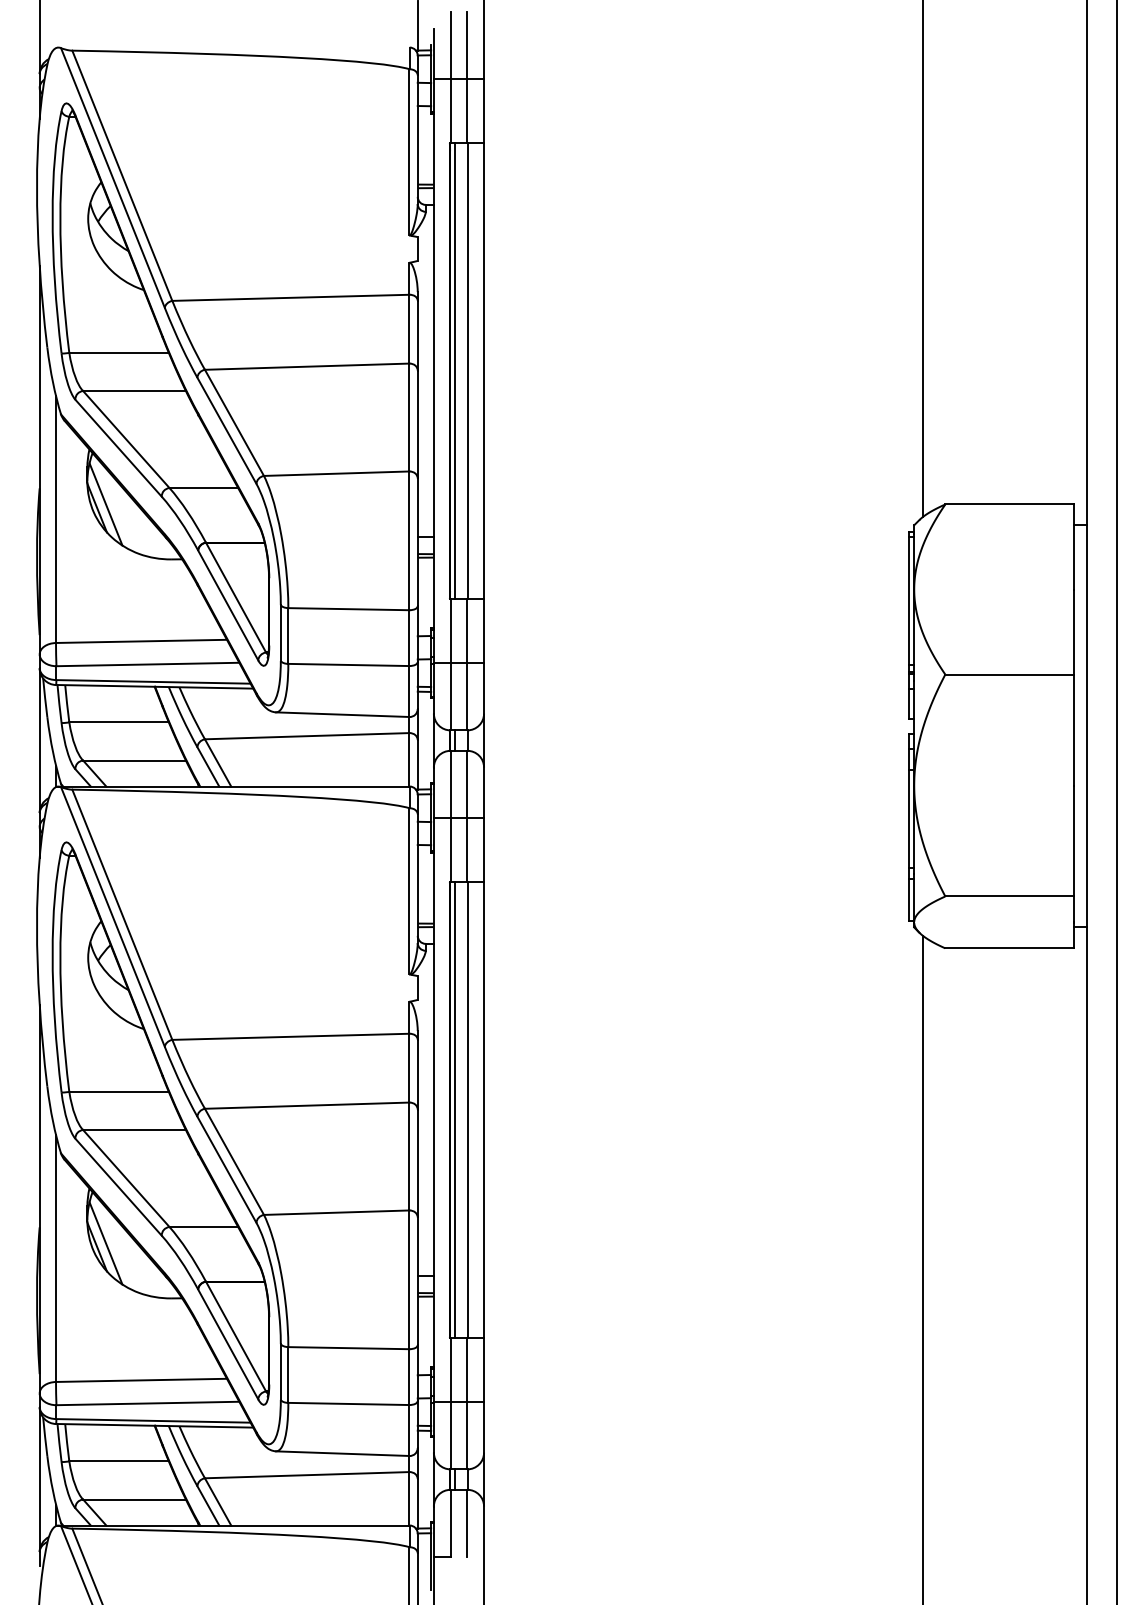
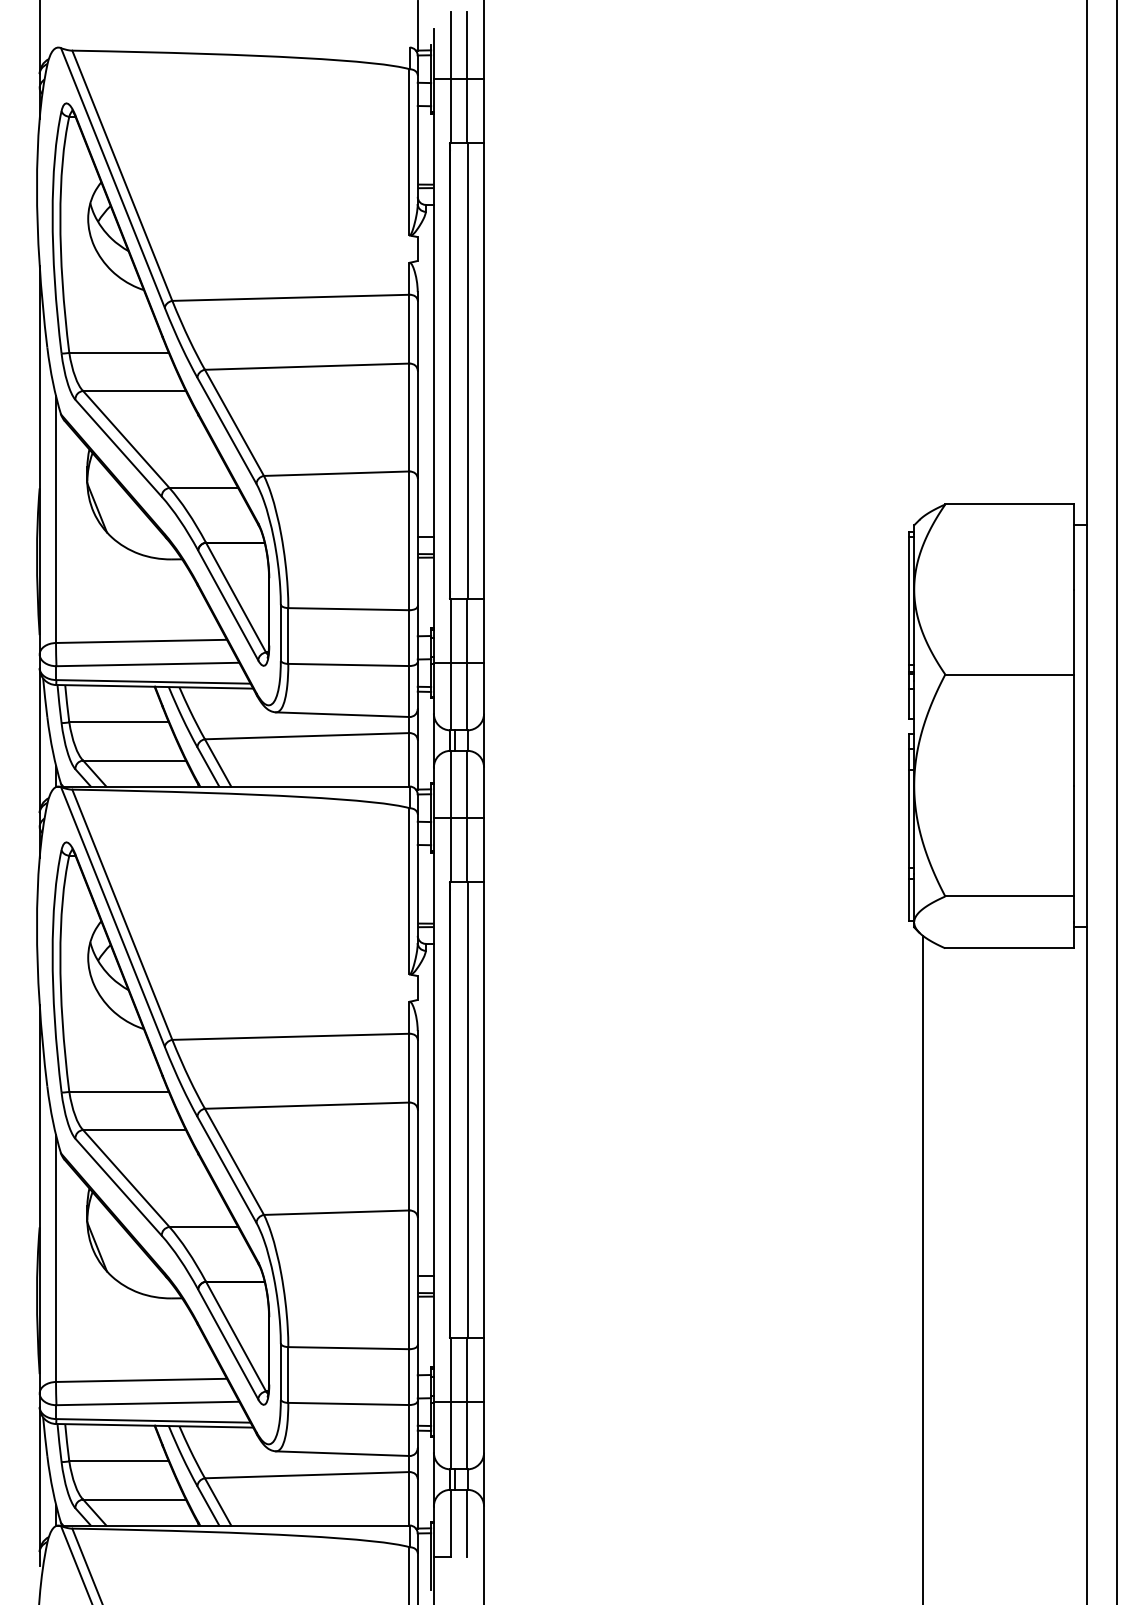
line at (922, 259): present -> none
line at (455, 371): present -> none
line at (105, 504): present -> none
line at (455, 1110): present -> none
line at (105, 1243): present -> none
